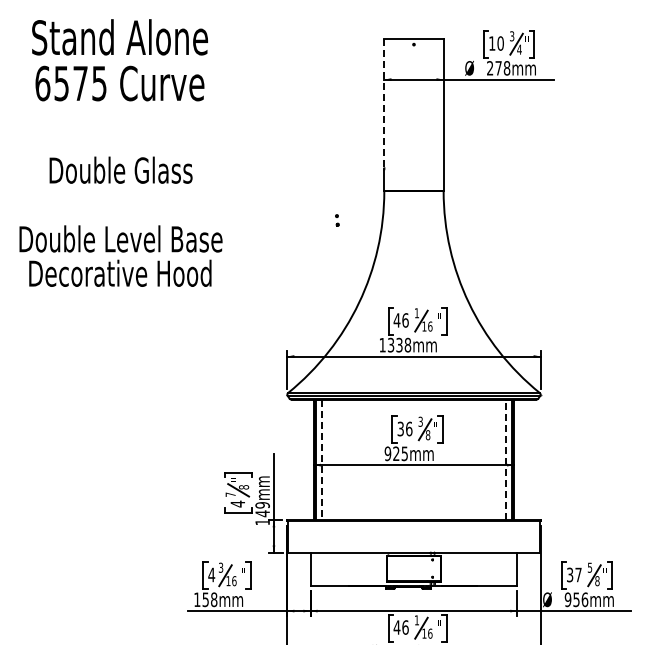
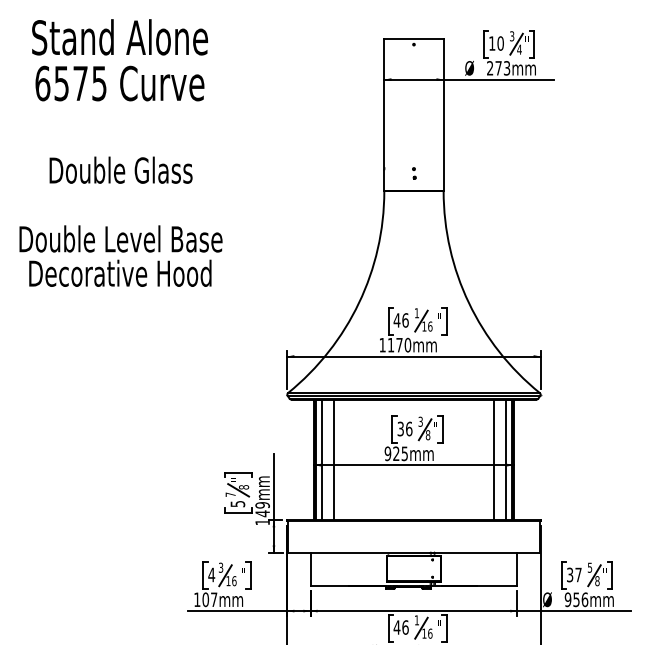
text at (506, 68): 278mm -> 273mm
line at (384, 103): dashed -> solid
part at (337, 220) position: (337, 220) -> (414, 173)
text at (399, 344): 1338mm -> 1170mm
line at (334, 459): none -> present
line at (493, 459): none -> present
line at (505, 459): dashed -> solid
line at (321, 460): dashed -> solid
text at (237, 503): 4 -> 5
text at (209, 599): 158mm -> 107mm
